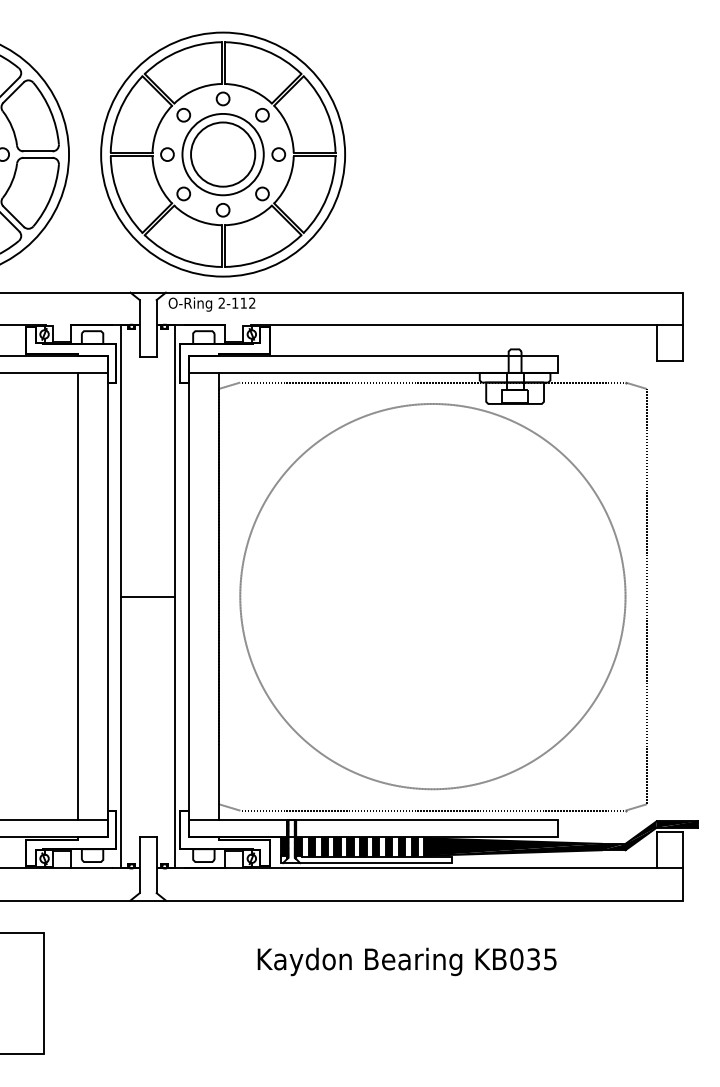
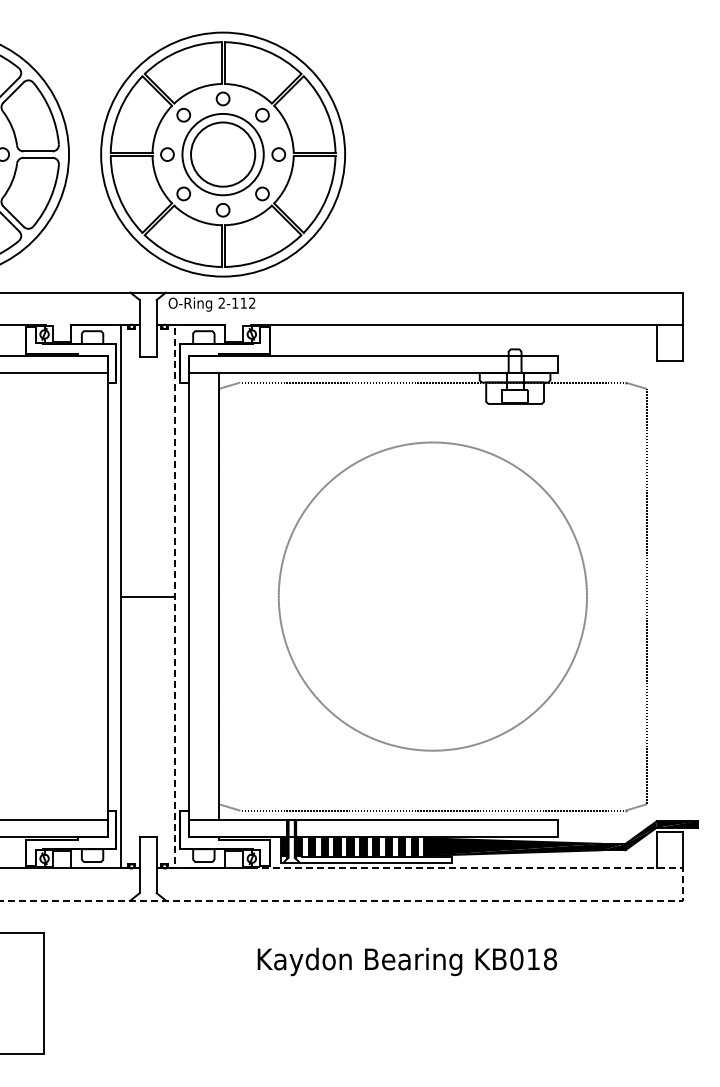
line at (77, 596): present -> none
line at (174, 596): solid -> dashed
circle at (432, 596) diameter: 385 px -> 308 px
line at (575, 900): solid -> dashed
text at (541, 959): KB035 -> KB018
